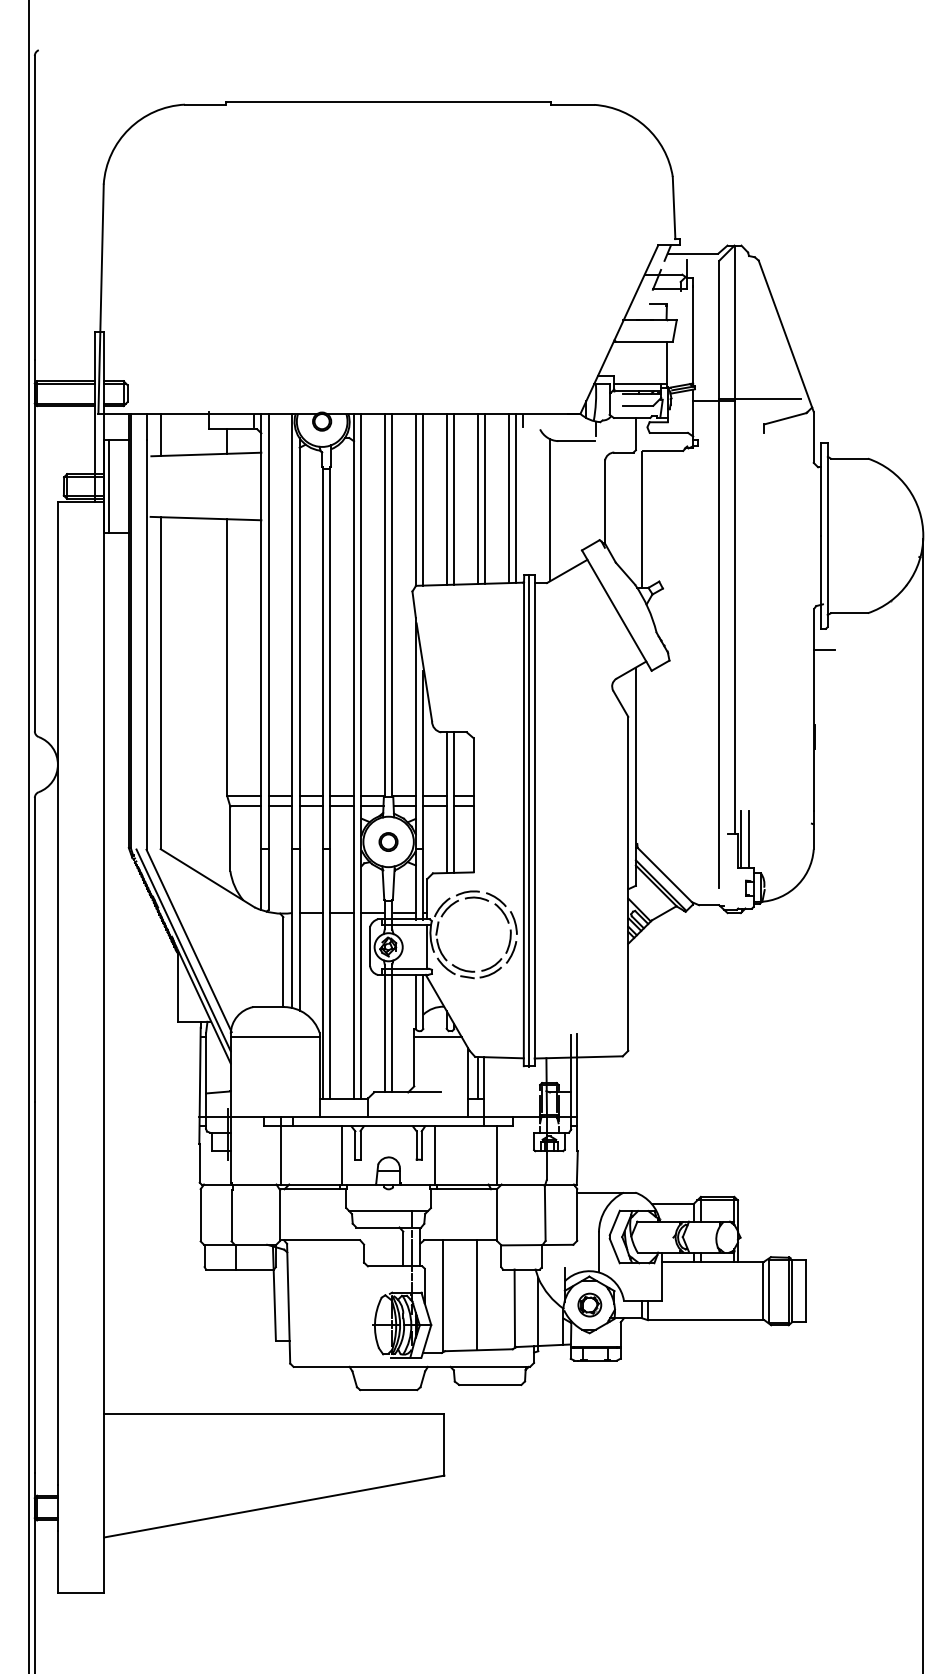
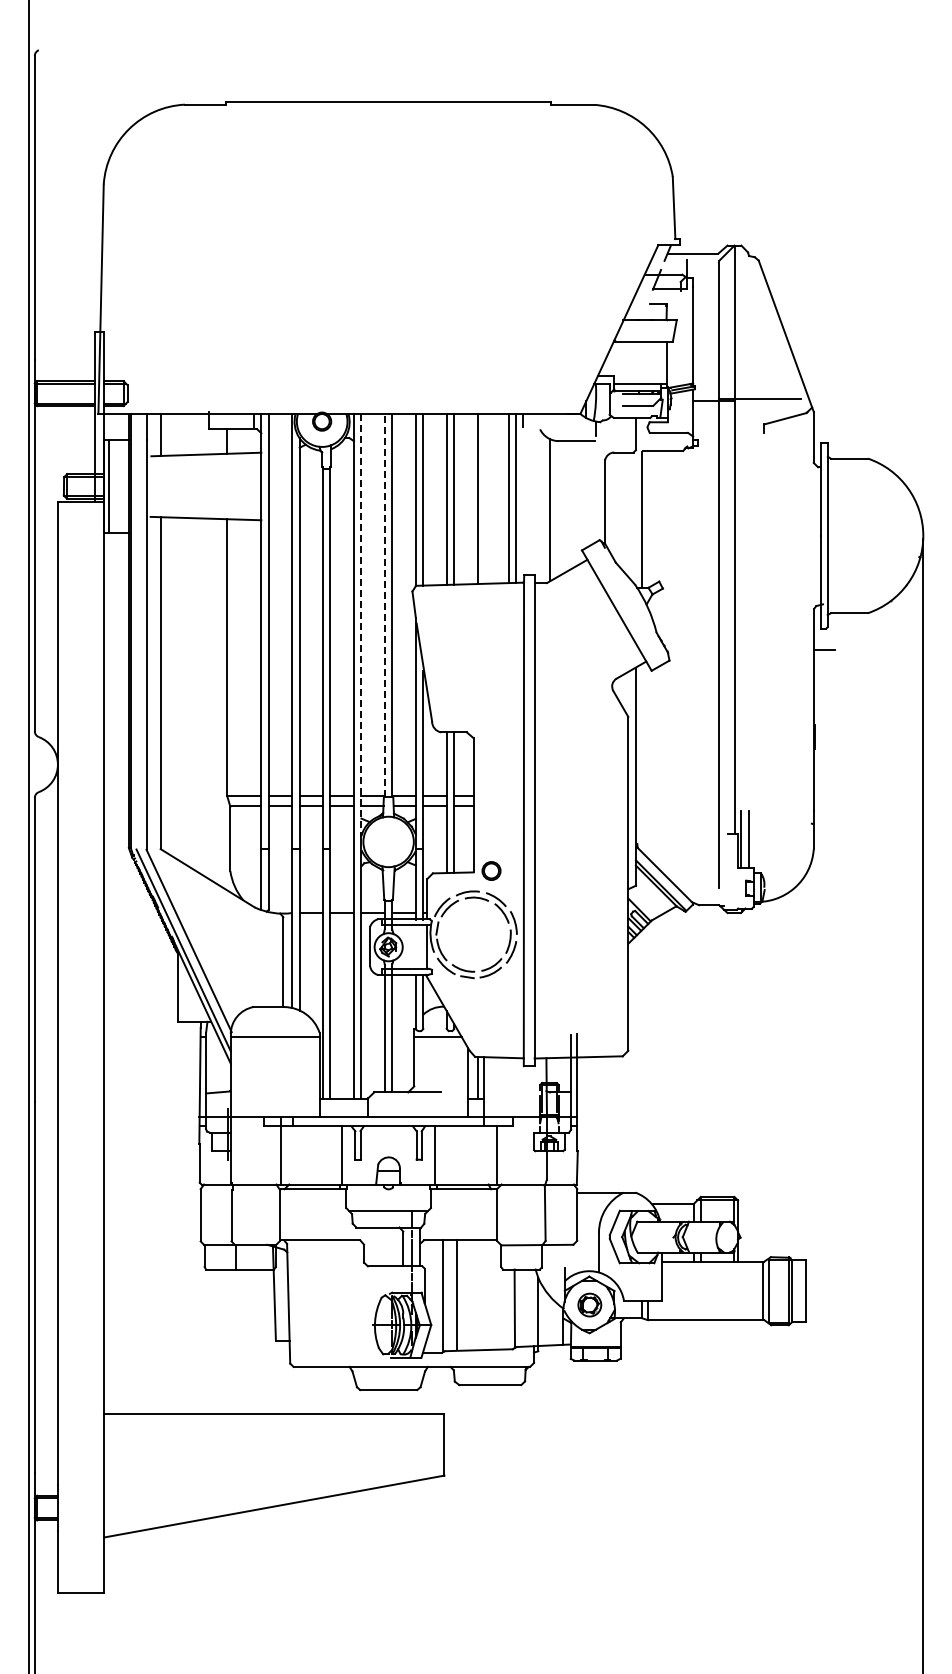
line at (485, 498): present -> none
line at (384, 604): solid -> dashed
line at (361, 625): solid -> dashed
line at (529, 820): present -> none
circle at (388, 841) position: (388, 841) -> (491, 870)
line at (476, 1295) position: (476, 1295) -> (456, 1295)
